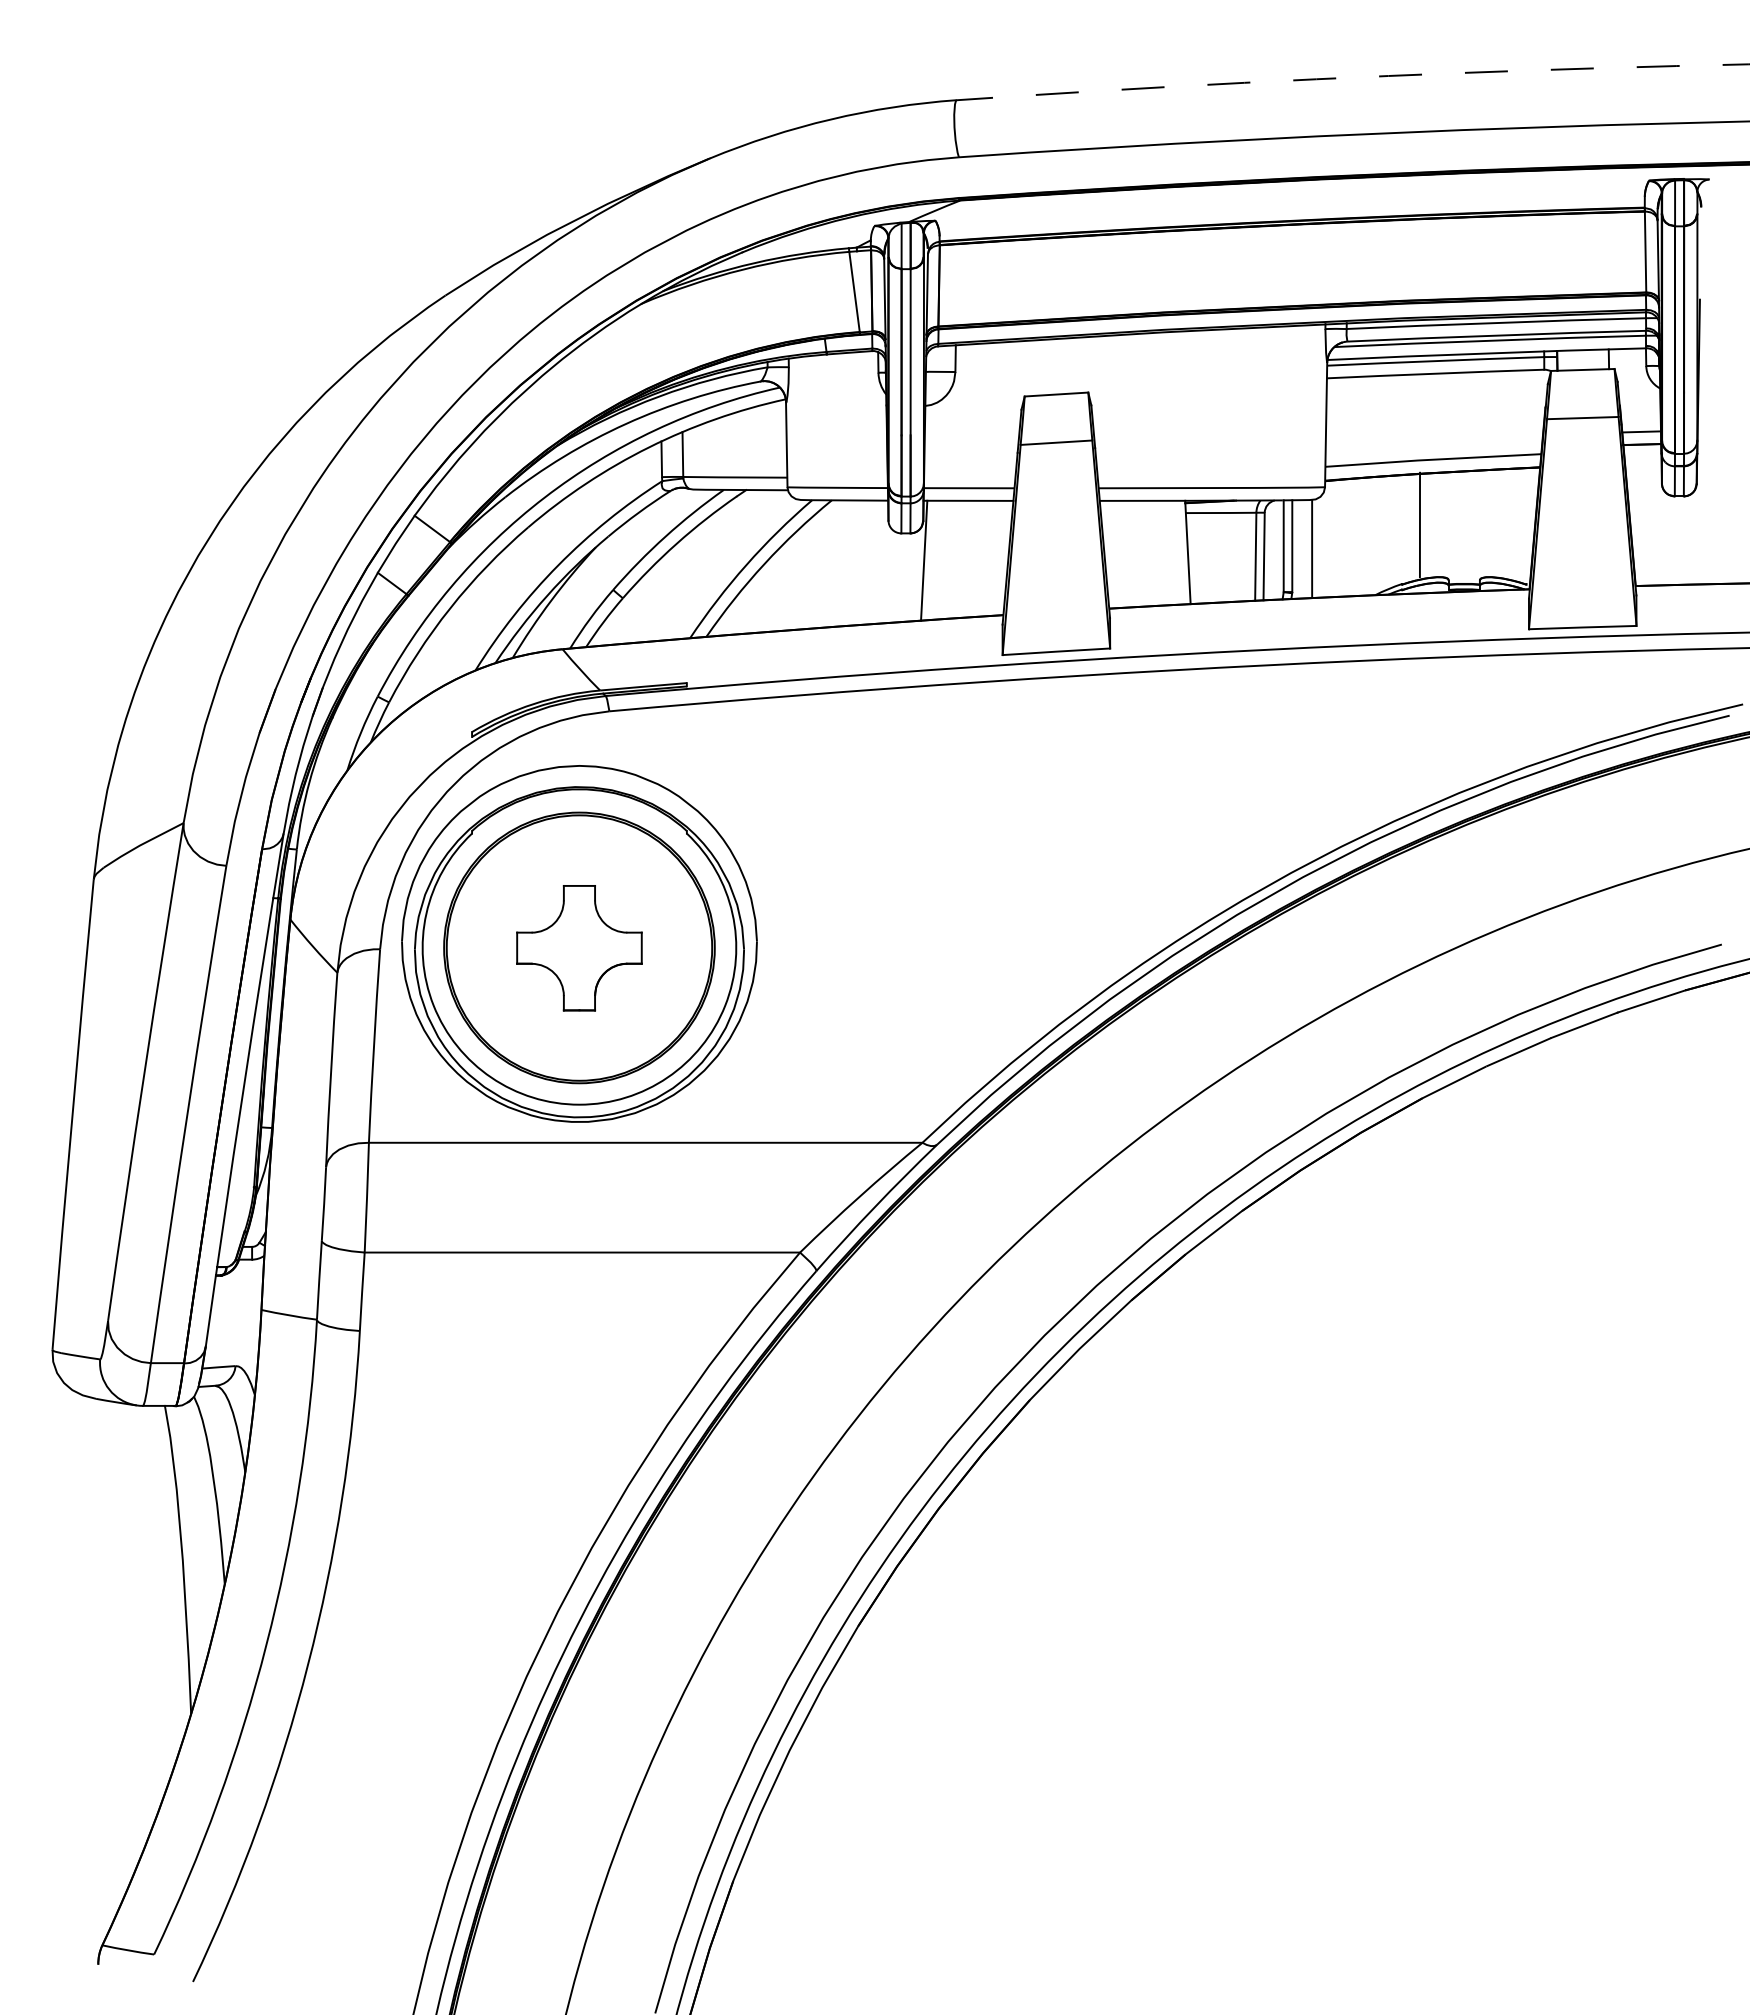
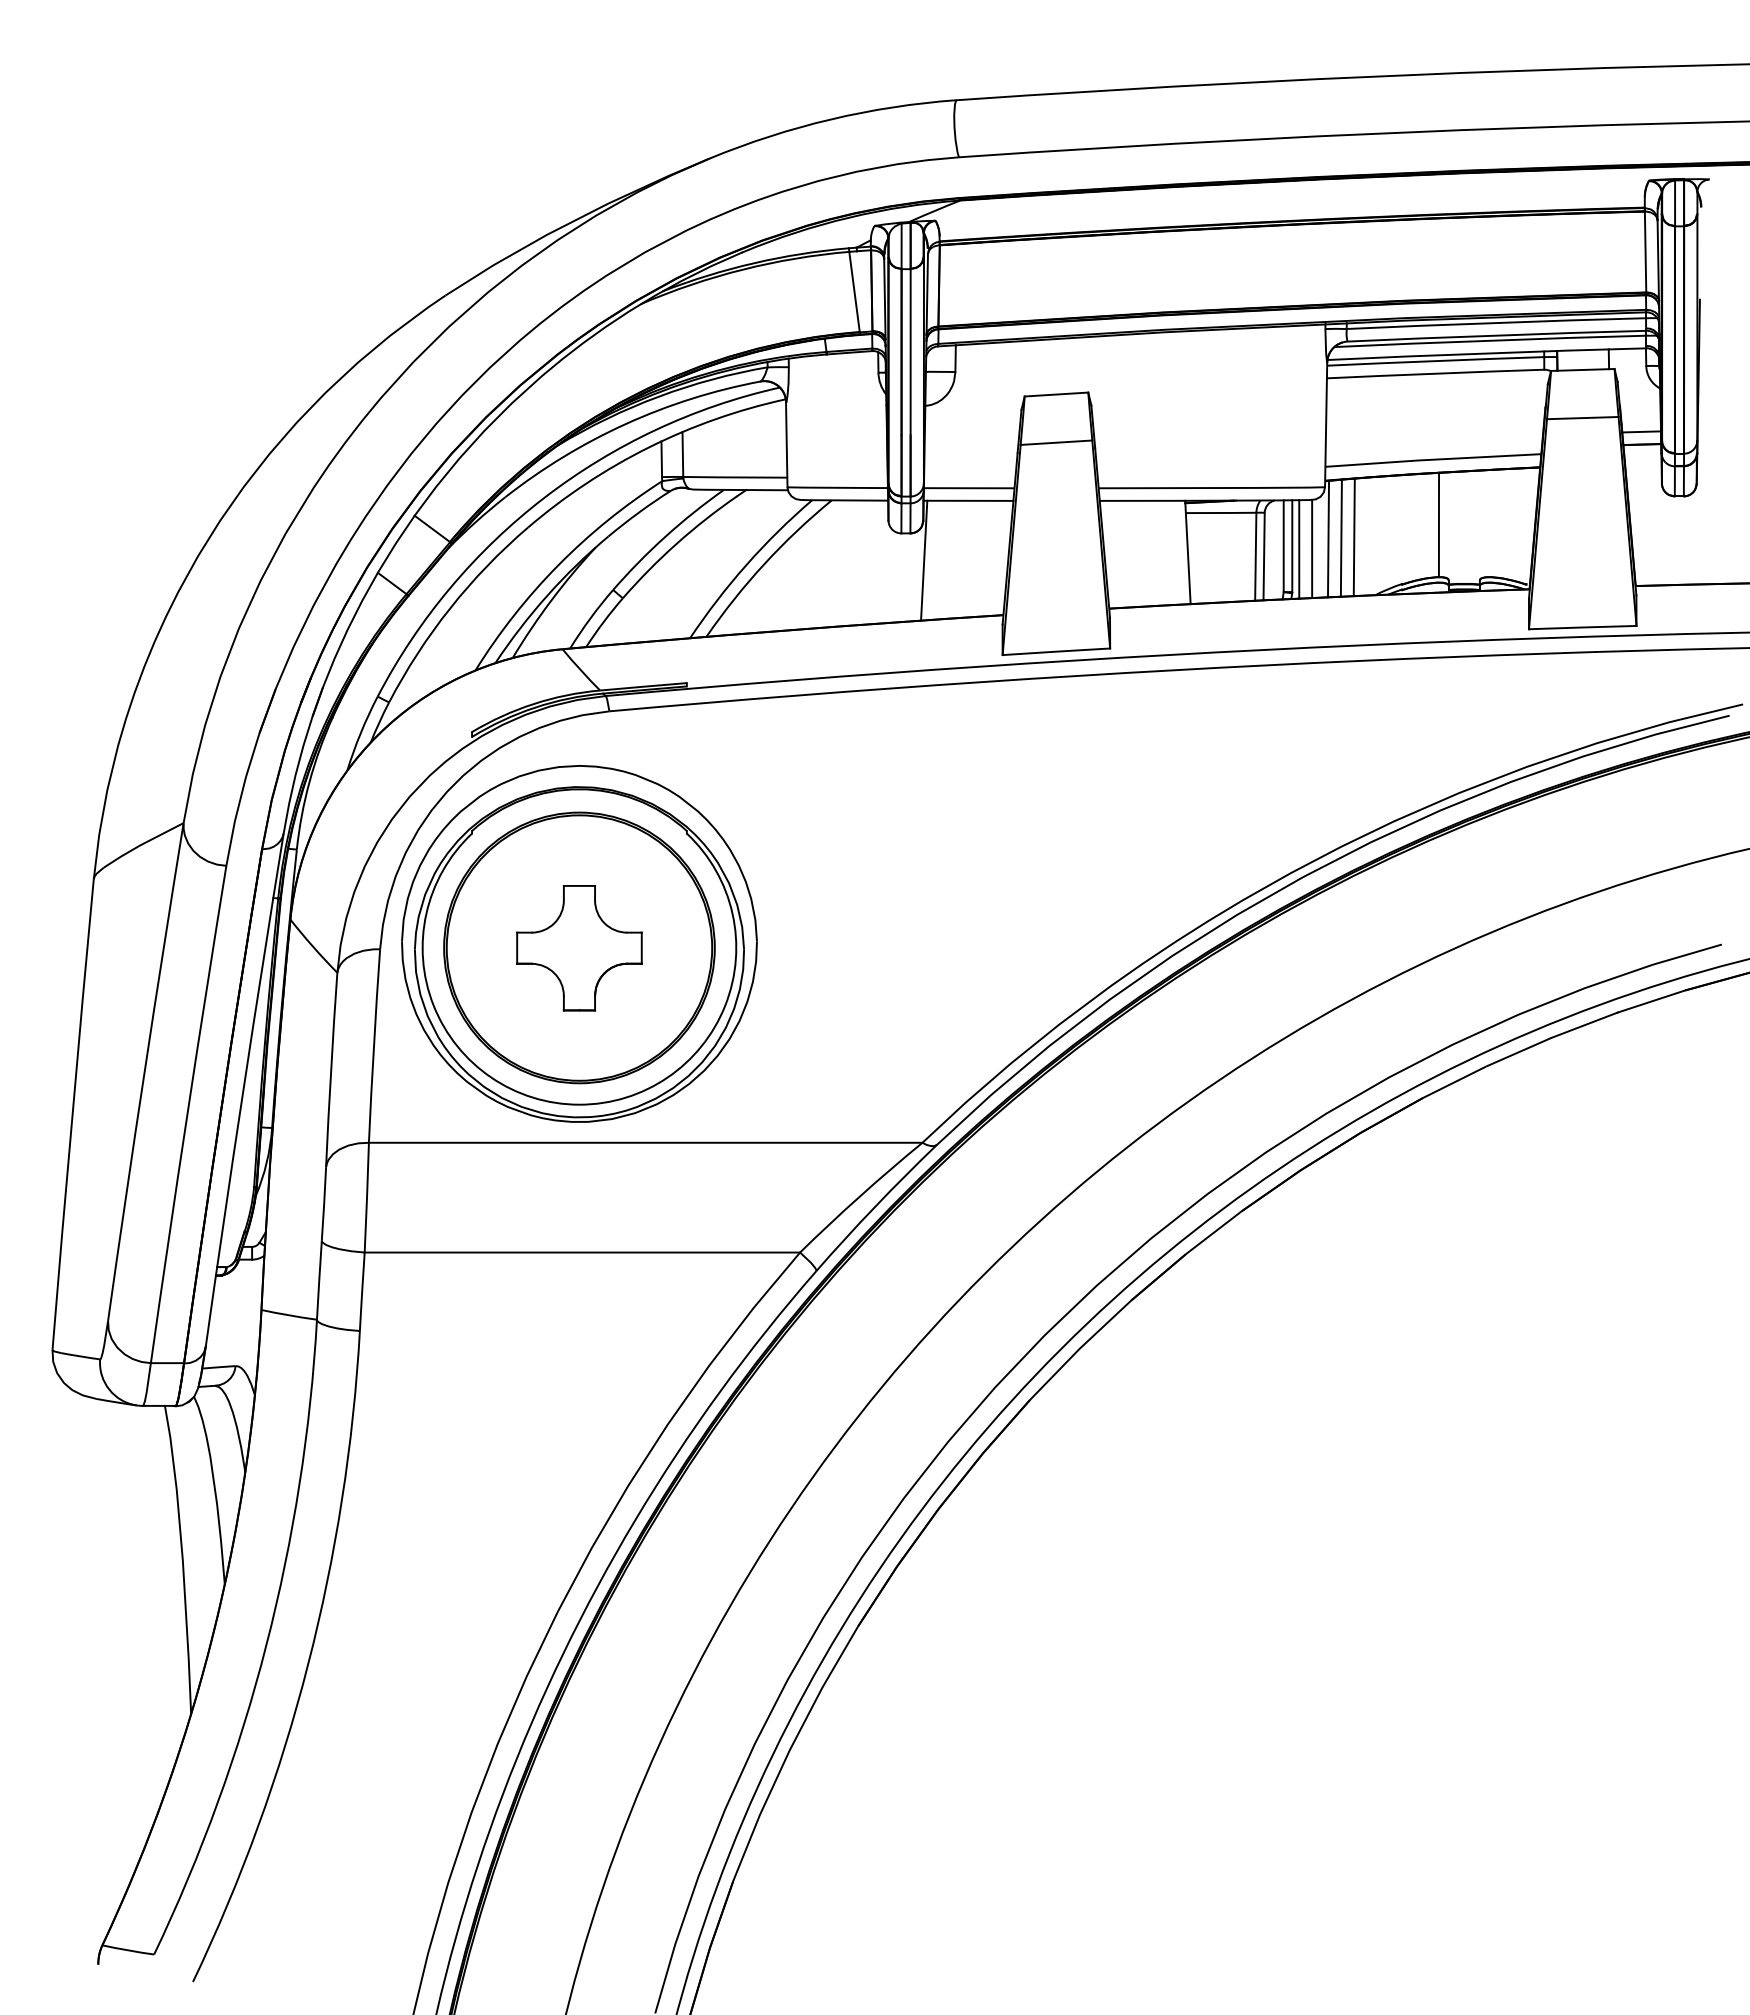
arc at (1353, 77): dashed -> solid
line at (1419, 524) position: (1419, 524) -> (1438, 524)
line at (1340, 537): none -> present
line at (1353, 537): none -> present
line at (1328, 538): none -> present
line at (1299, 549): none -> present
